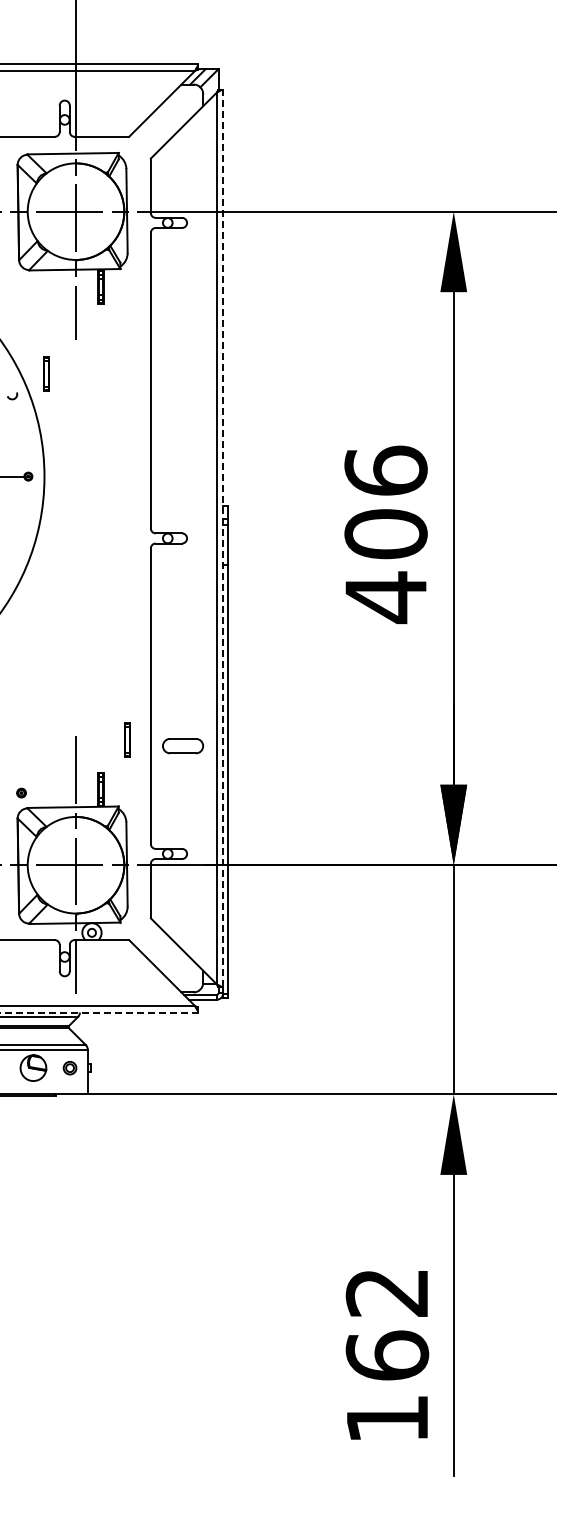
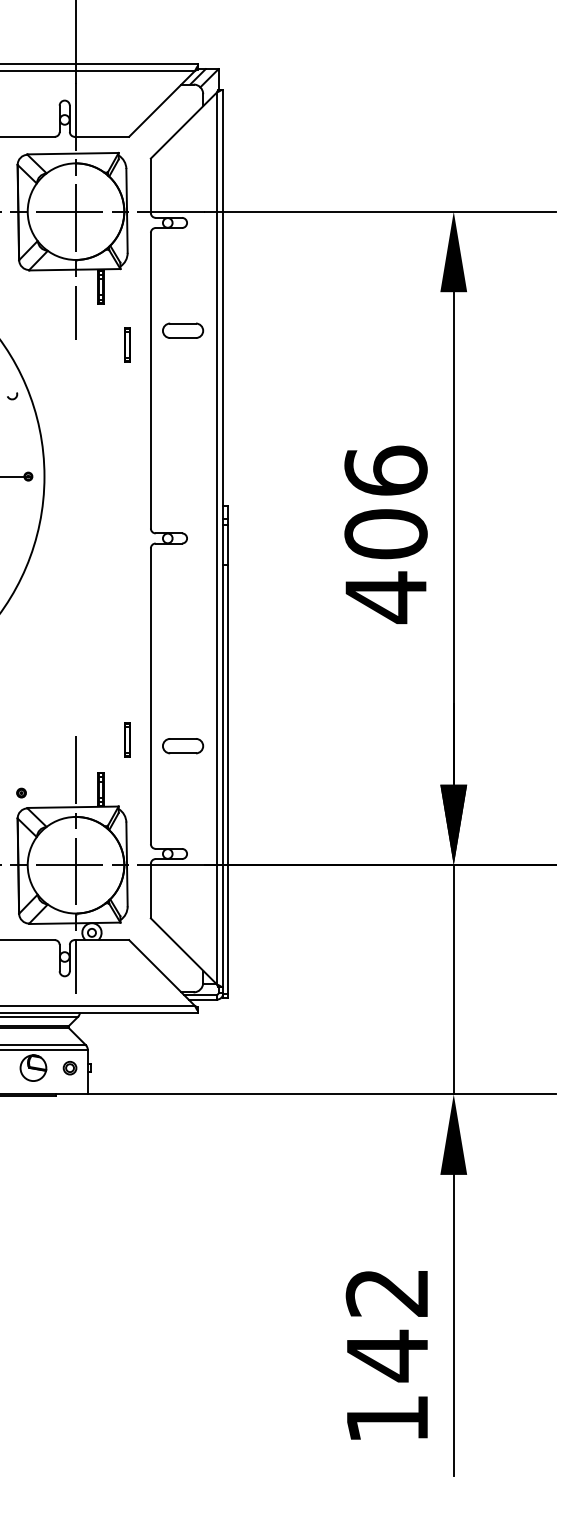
part at (183, 330): none -> present
part at (46, 373) position: (46, 373) -> (127, 344)
line at (223, 537): dashed -> solid
line at (99, 1012): dashed -> solid
text at (387, 1355): 162 -> 142
